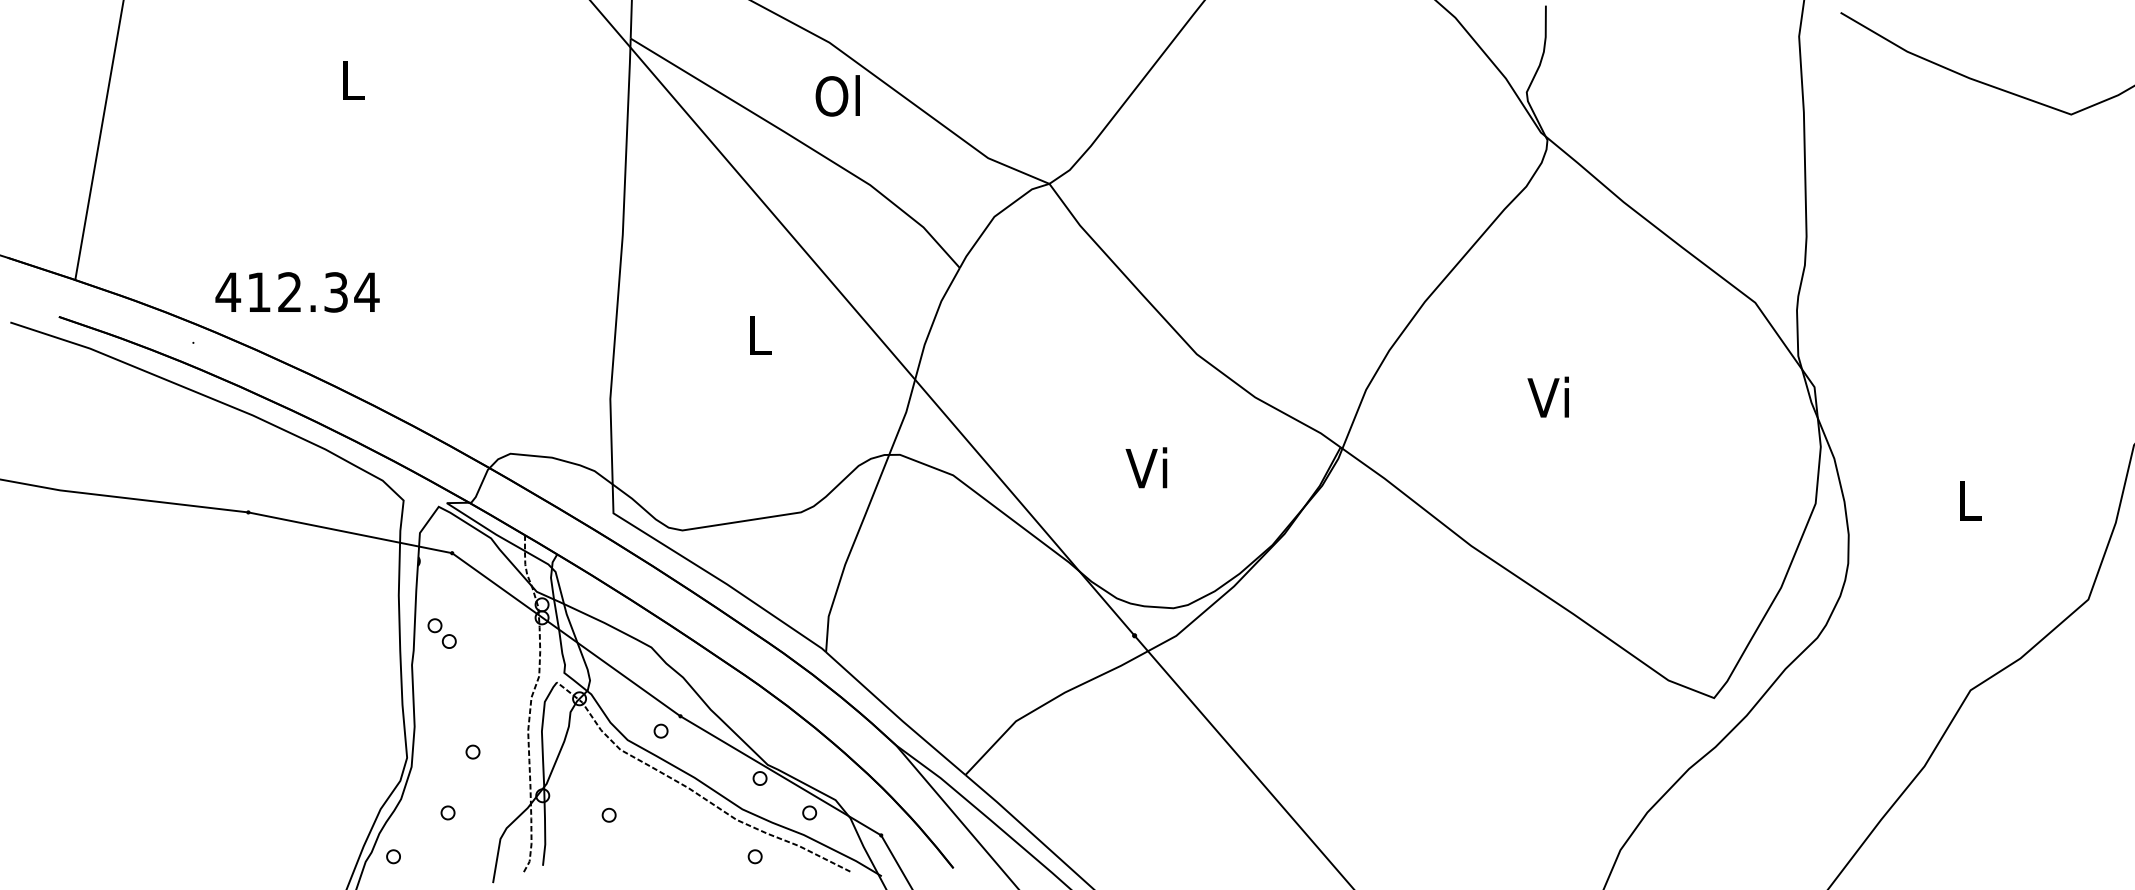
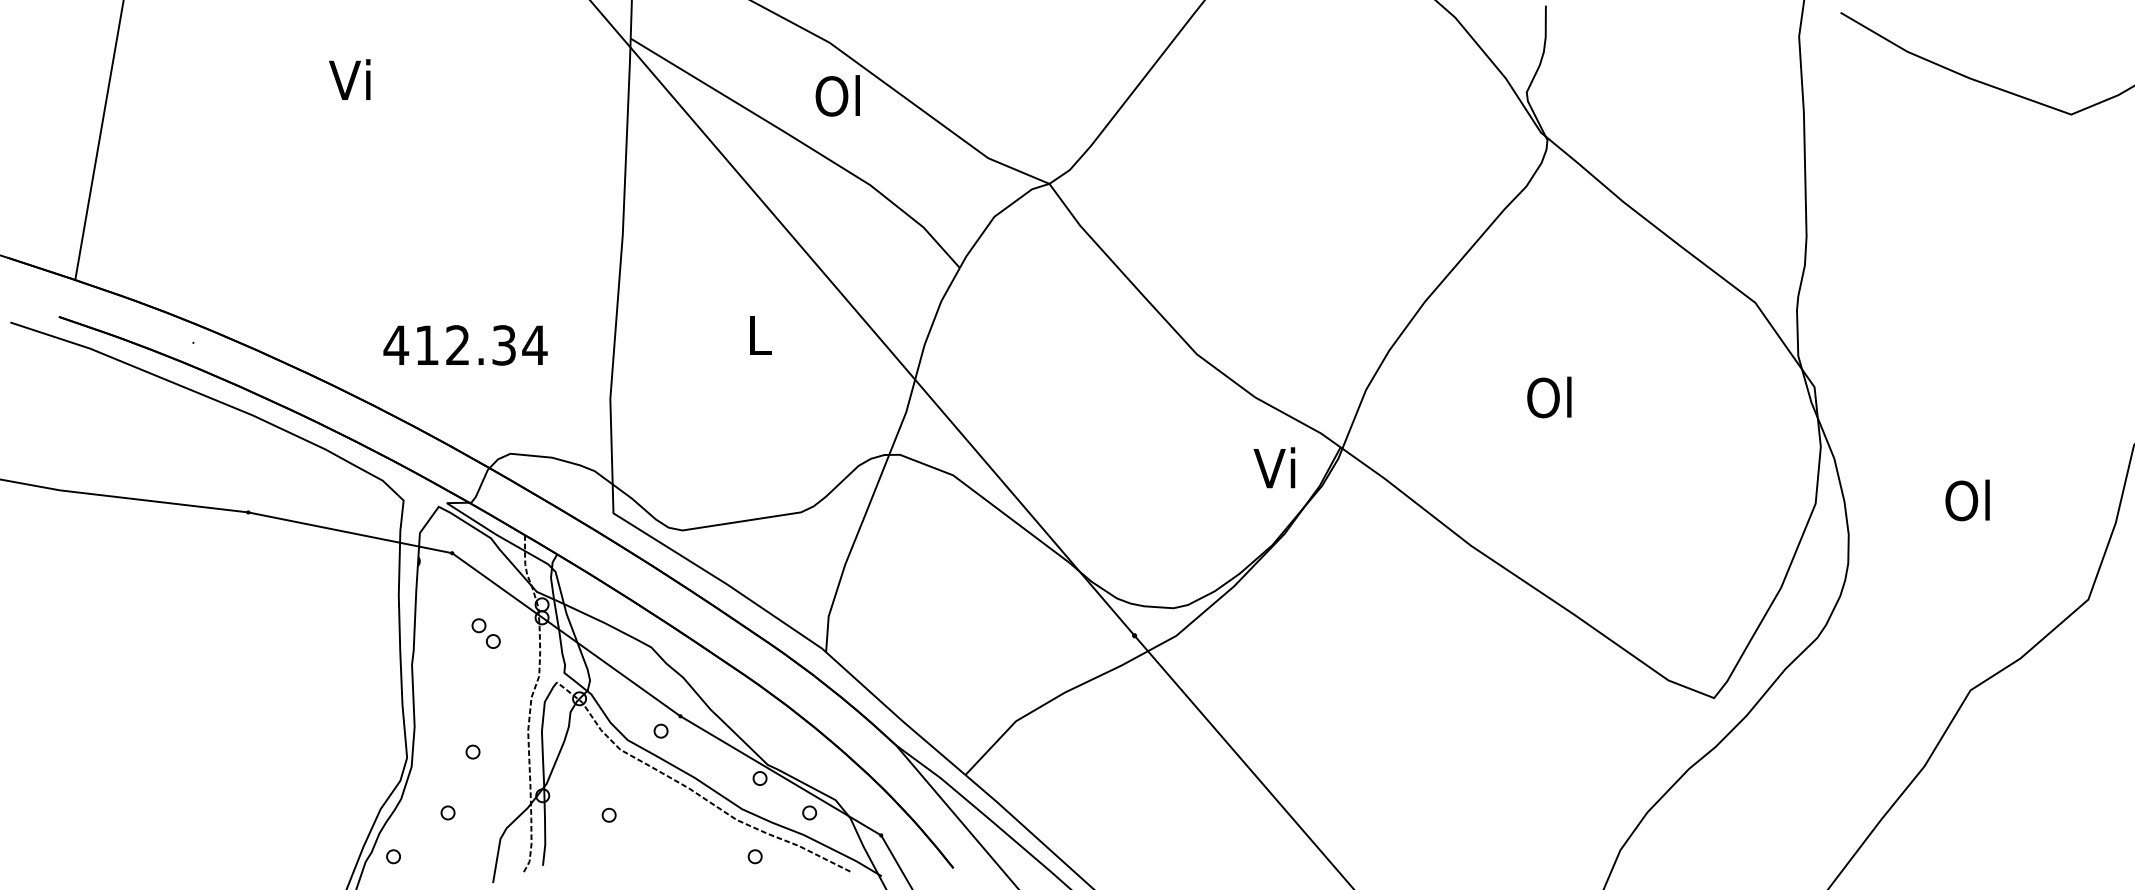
text at (349, 79): L -> Vi
text at (297, 292) position: (297, 292) -> (465, 345)
text at (1549, 397): Vi -> Ol
text at (1146, 467) position: (1146, 467) -> (1274, 467)
text at (1967, 500): L -> Ol
part at (441, 633) position: (441, 633) -> (485, 633)
